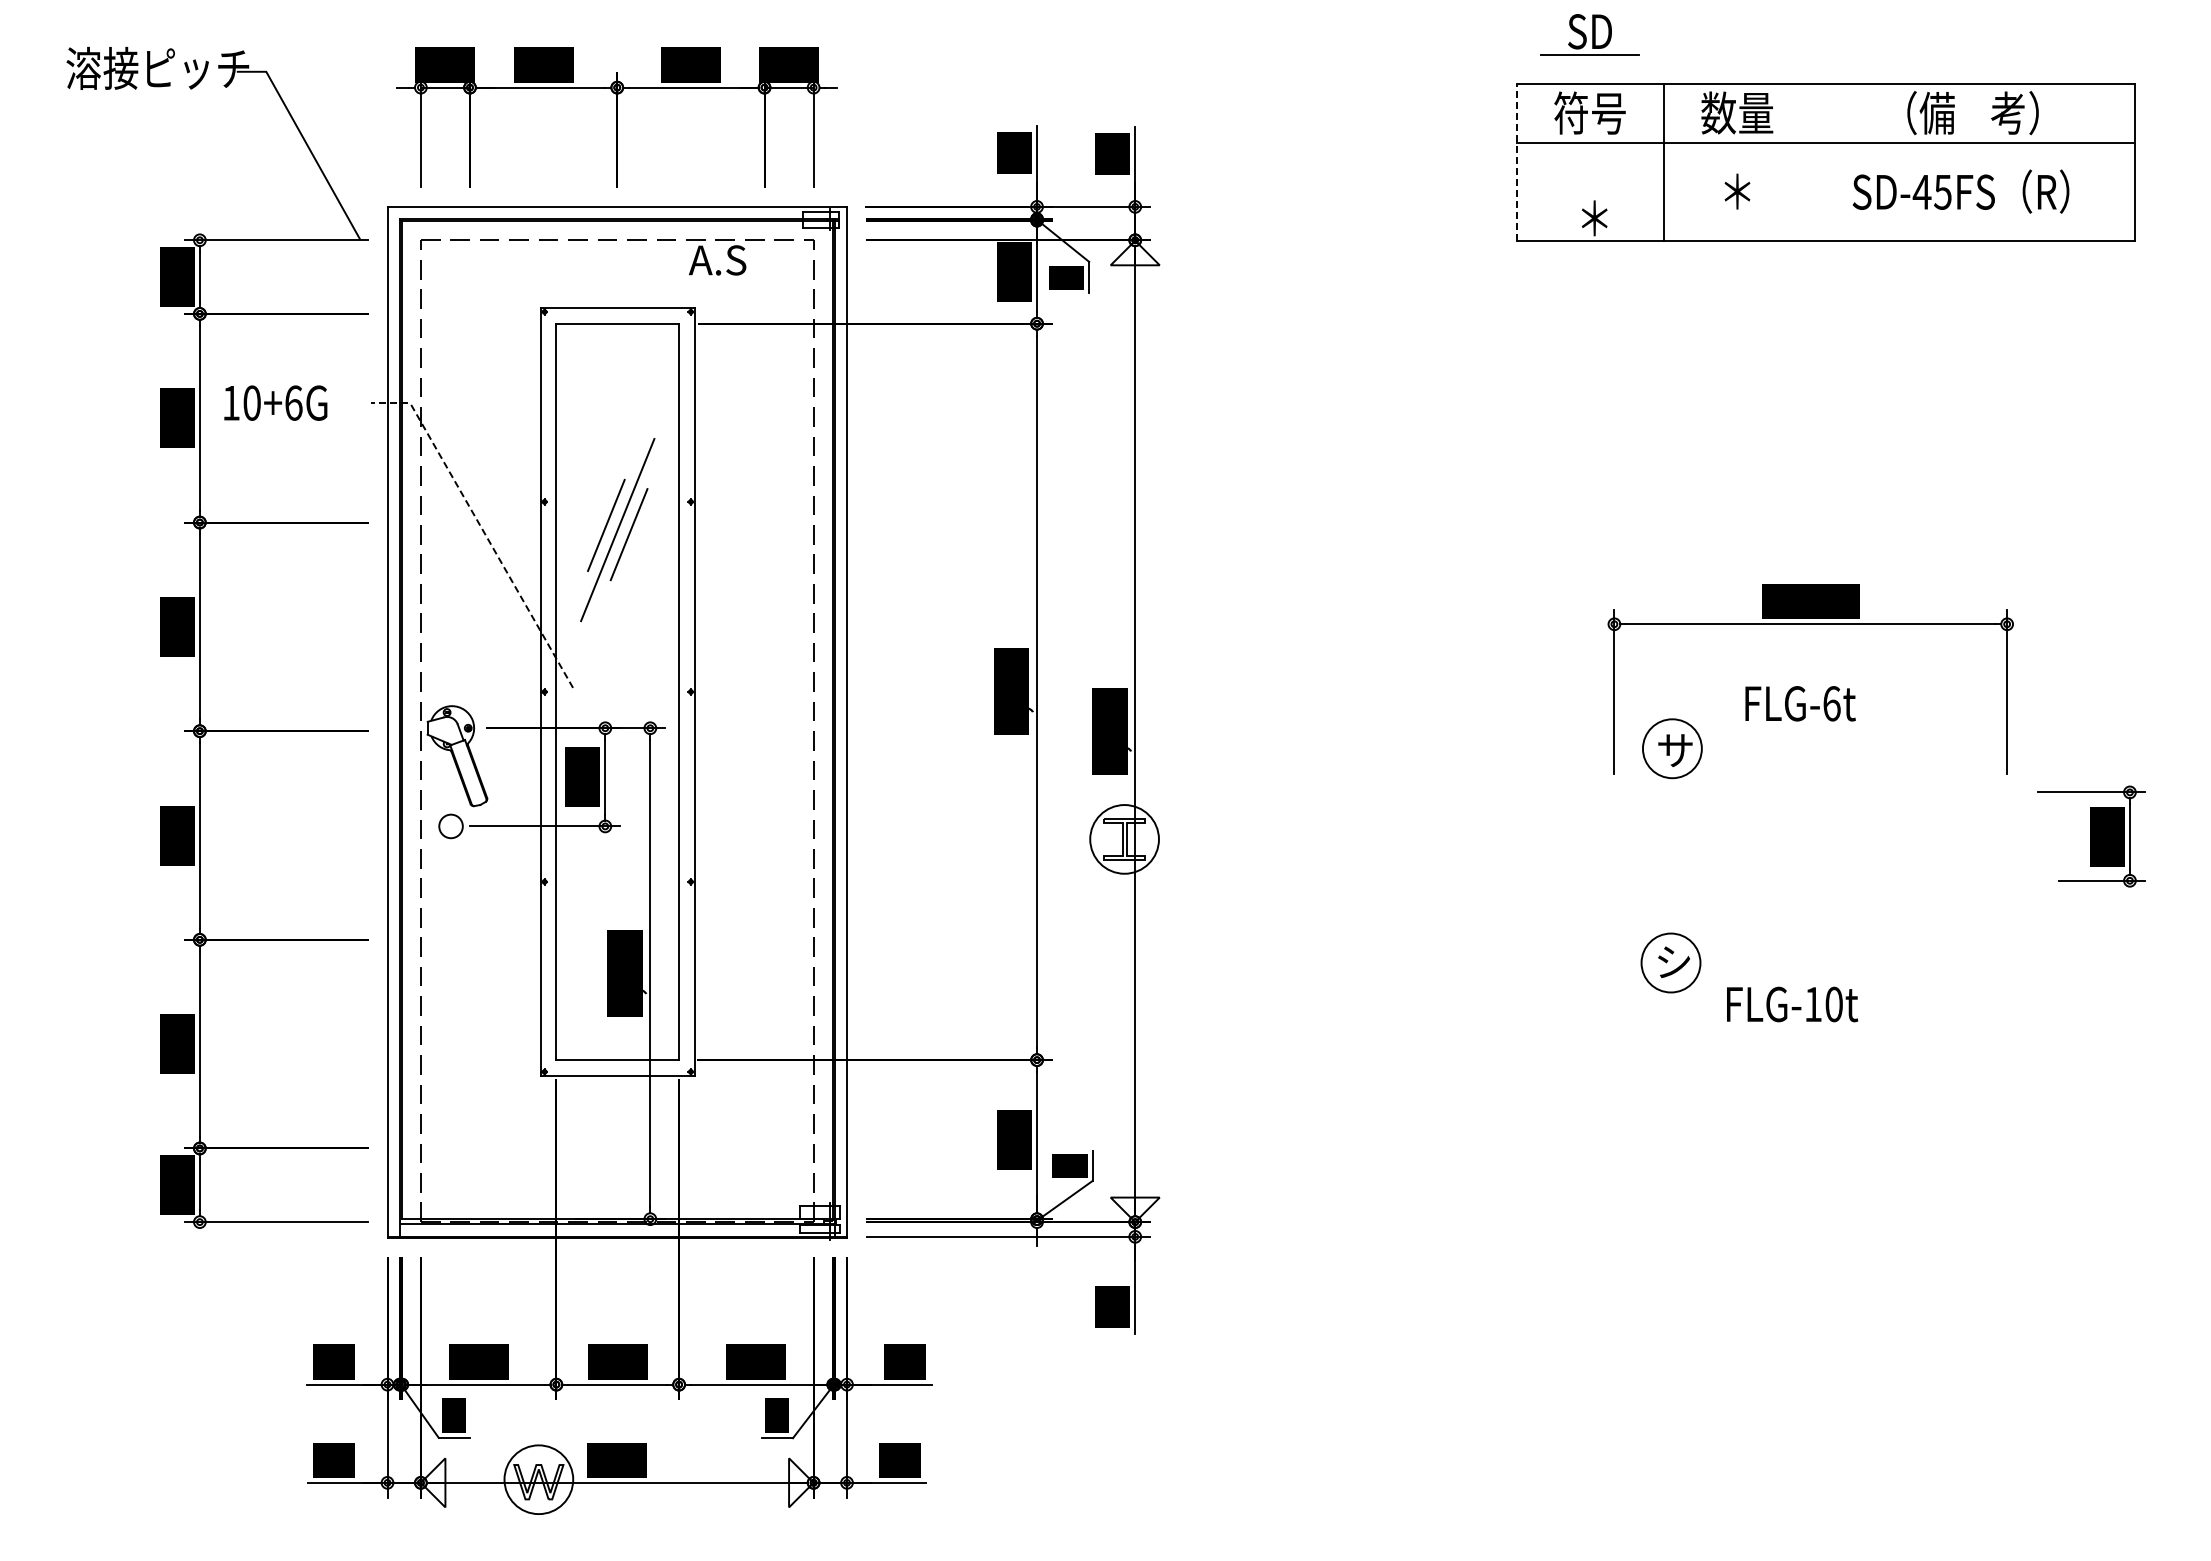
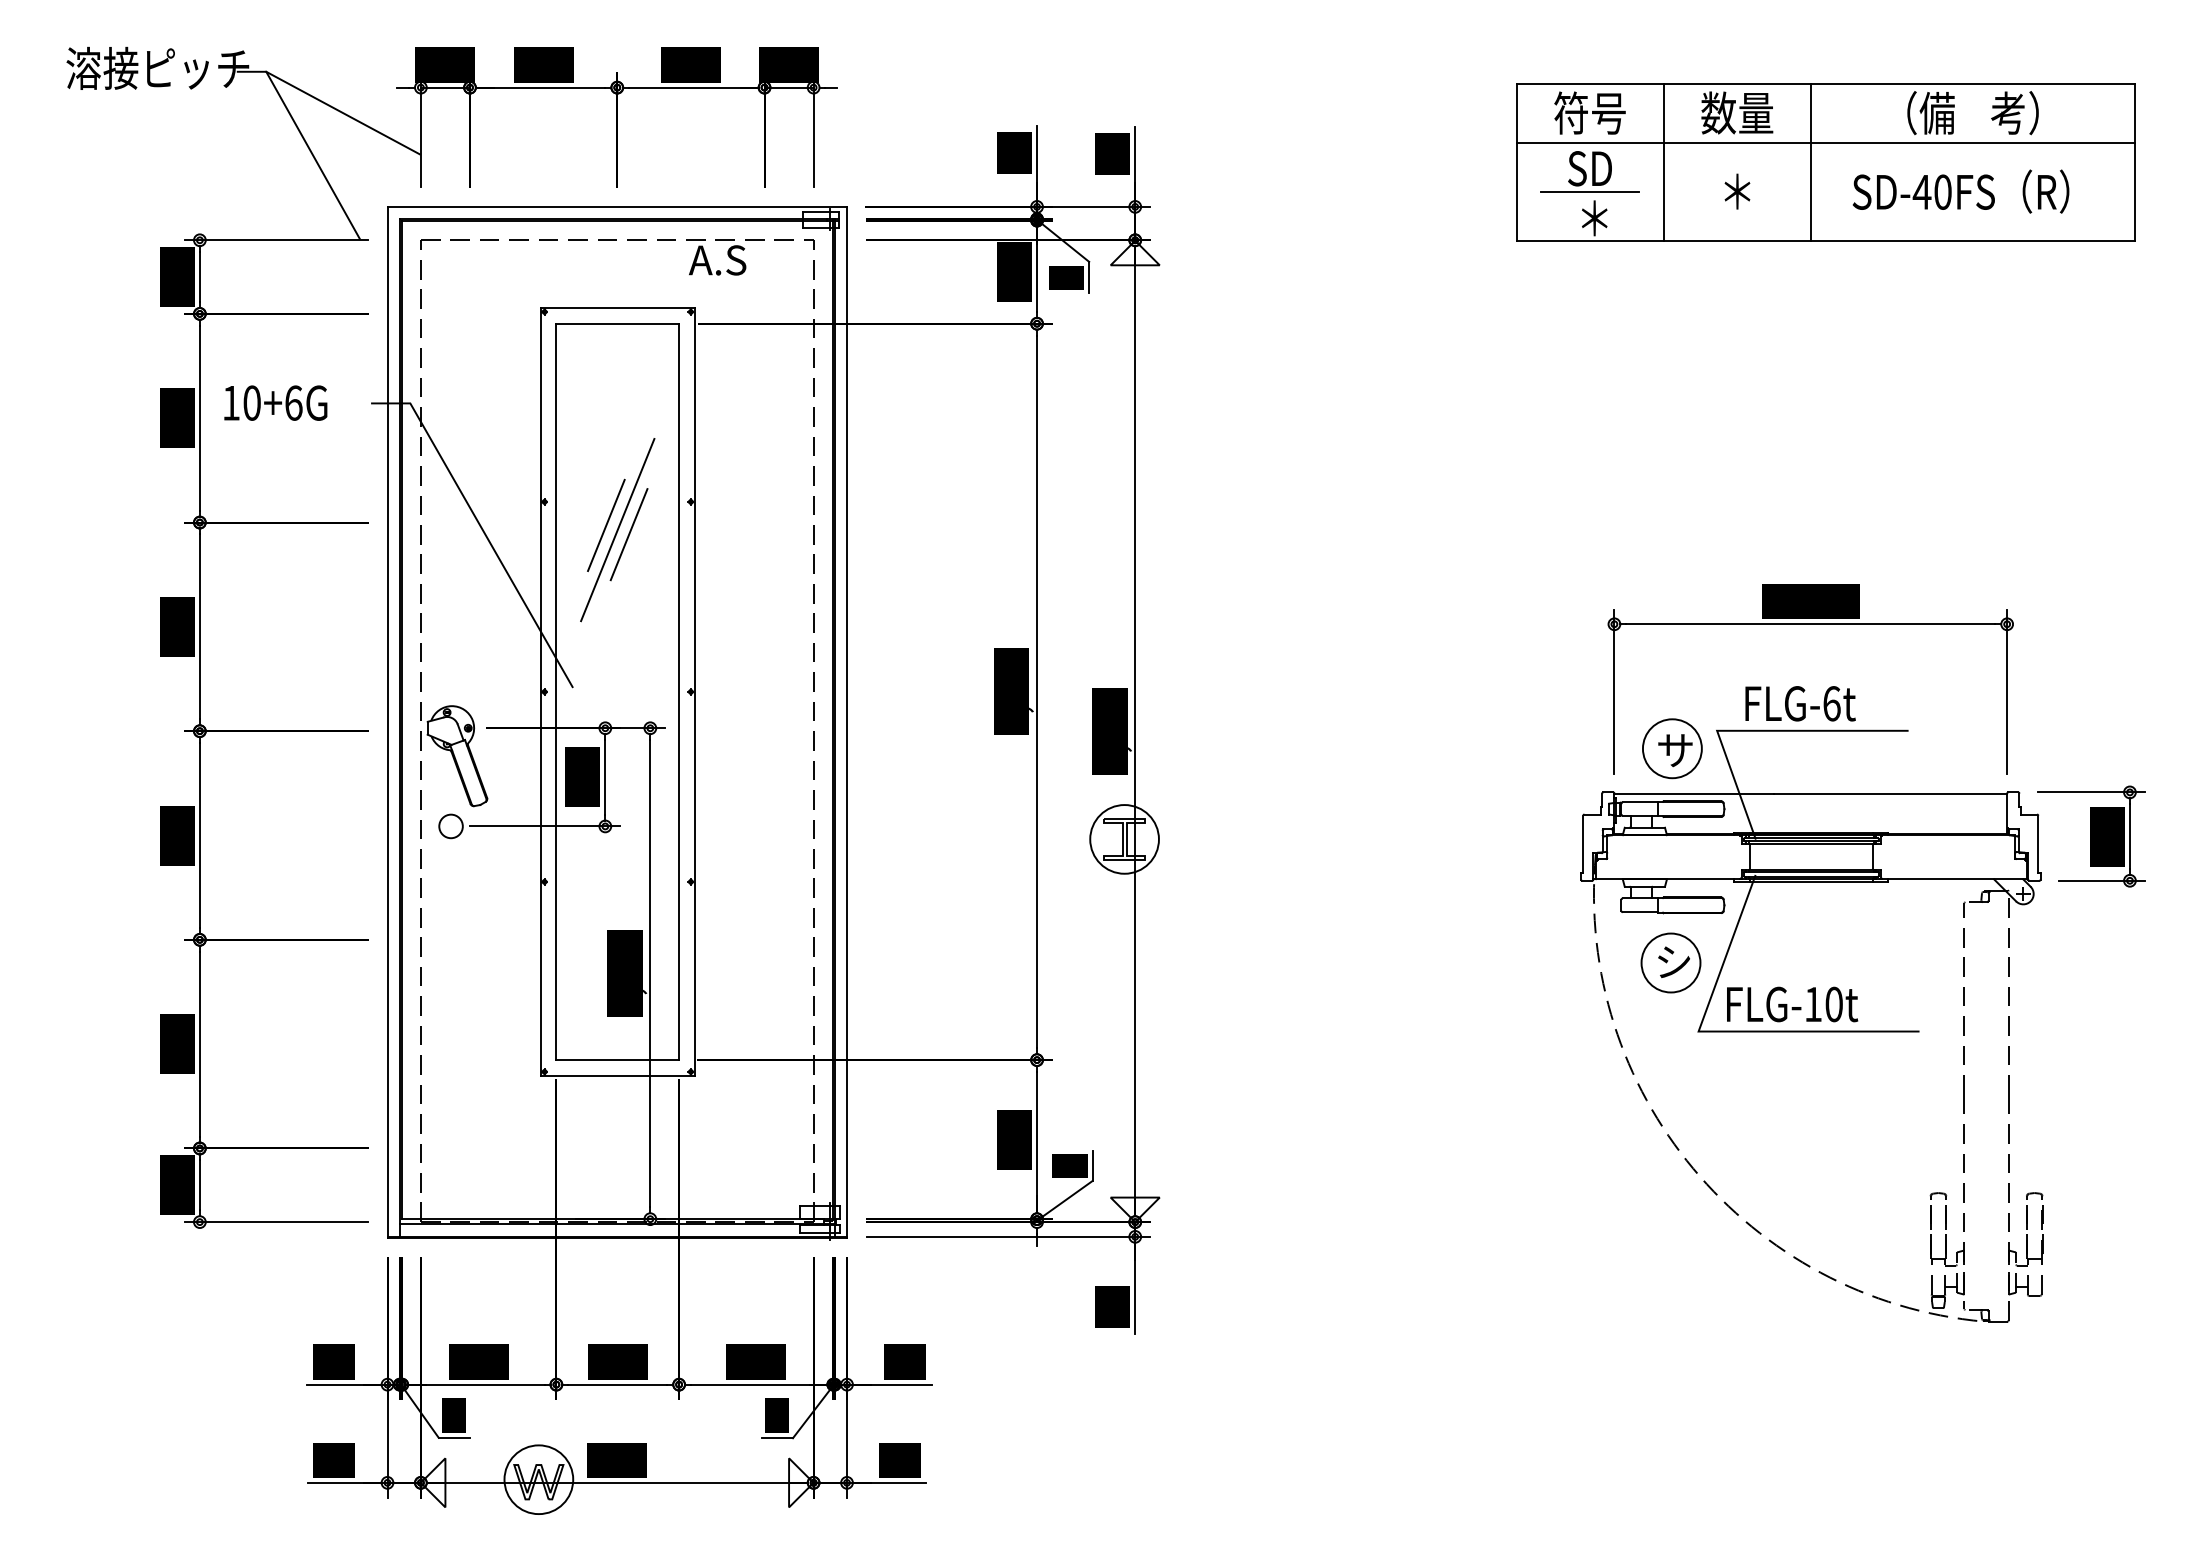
part at (1589, 34) position: (1589, 34) -> (1589, 171)
line at (342, 112): none -> present
line at (1516, 162): dashed -> solid
line at (1811, 162): none -> present
text at (1942, 191): SD-45FS -> SD-40FS
line at (481, 527): dashed -> solid
part at (1811, 1025): none -> present
